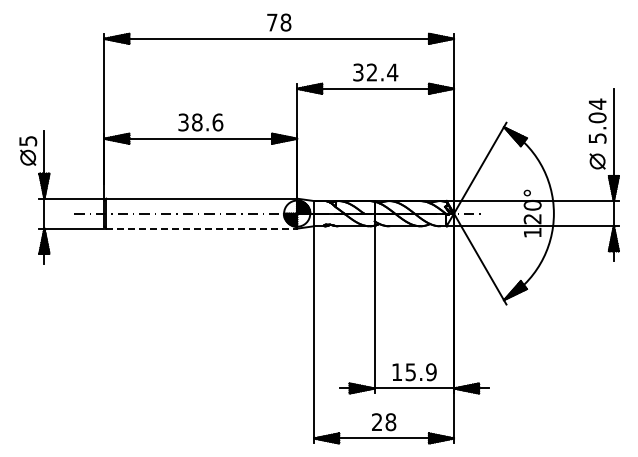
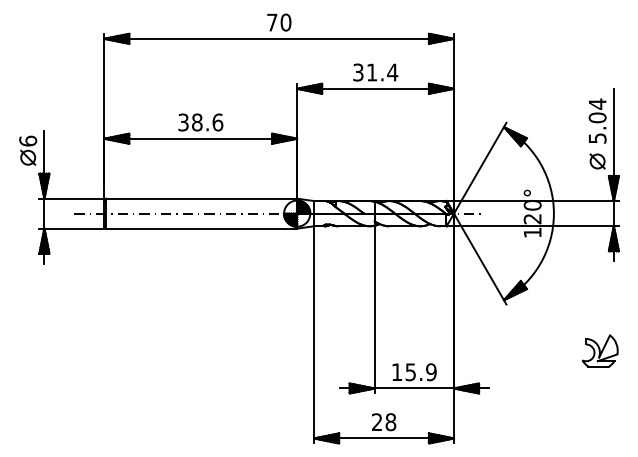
text at (285, 22): 78 -> 70
text at (371, 72): 32.4 -> 31.4
text at (28, 140): 5 -> 6
line at (202, 228): dashed -> solid
part at (600, 350): none -> present
